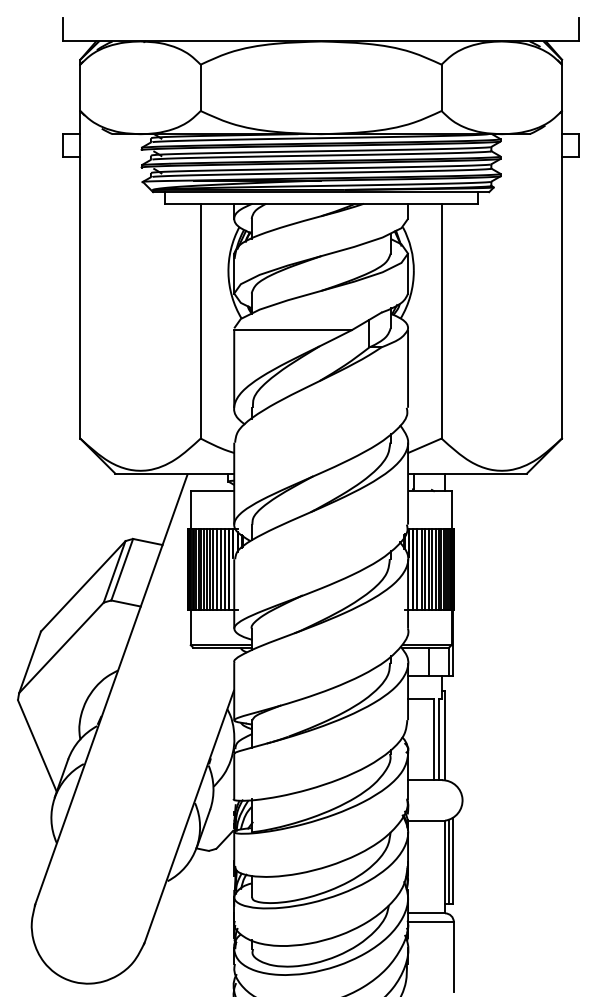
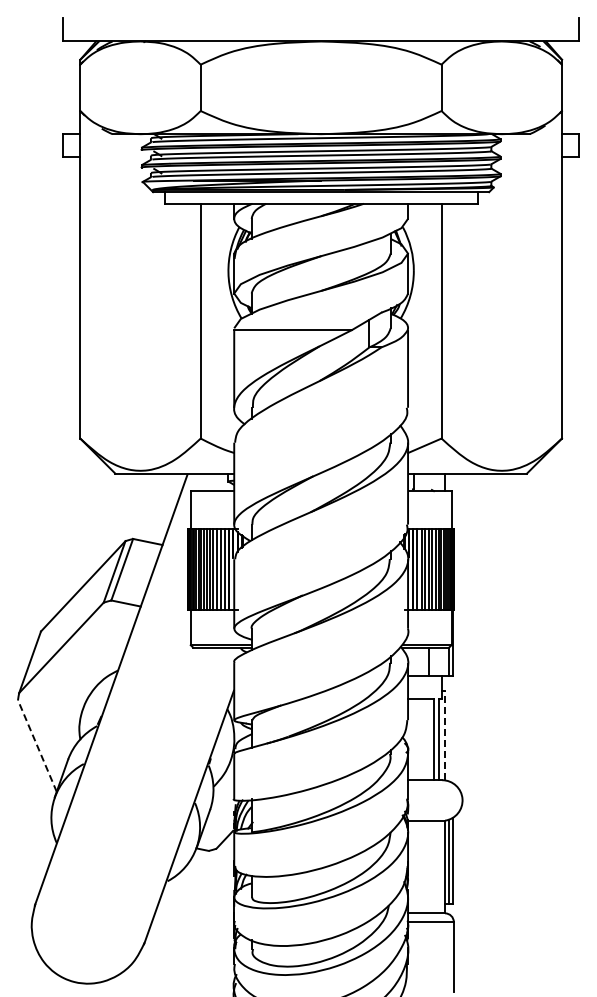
line at (445, 735): solid -> dashed
line at (37, 746): solid -> dashed
